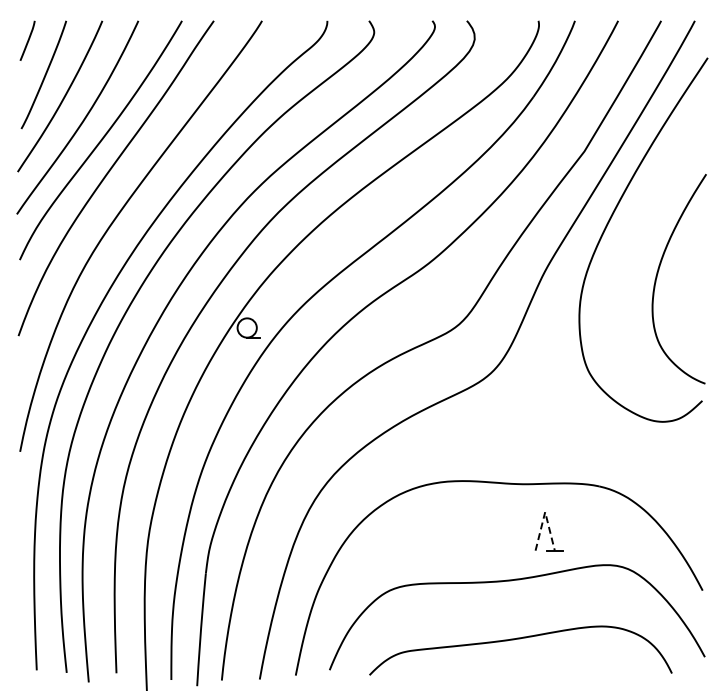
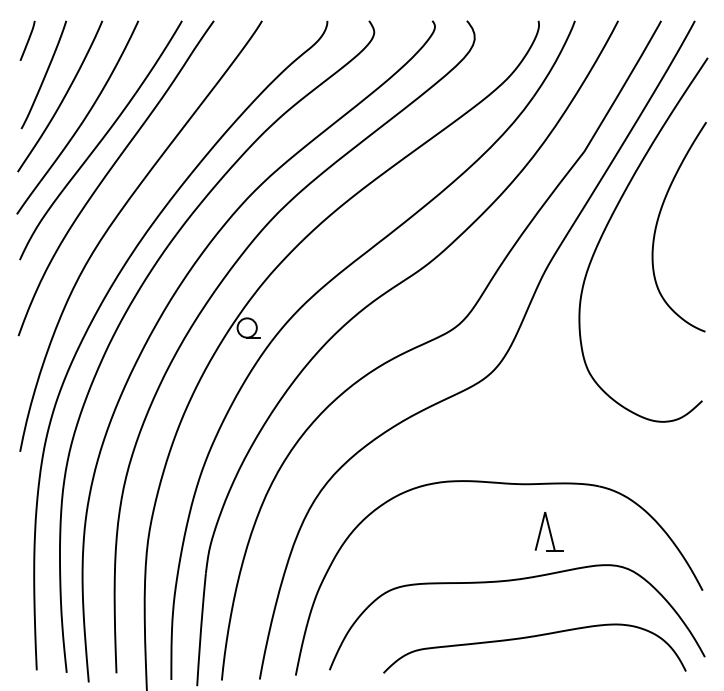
curve at (658, 273) position: (658, 273) -> (658, 221)
line at (545, 512): dashed -> solid
curve at (520, 639) position: (520, 639) -> (534, 637)
